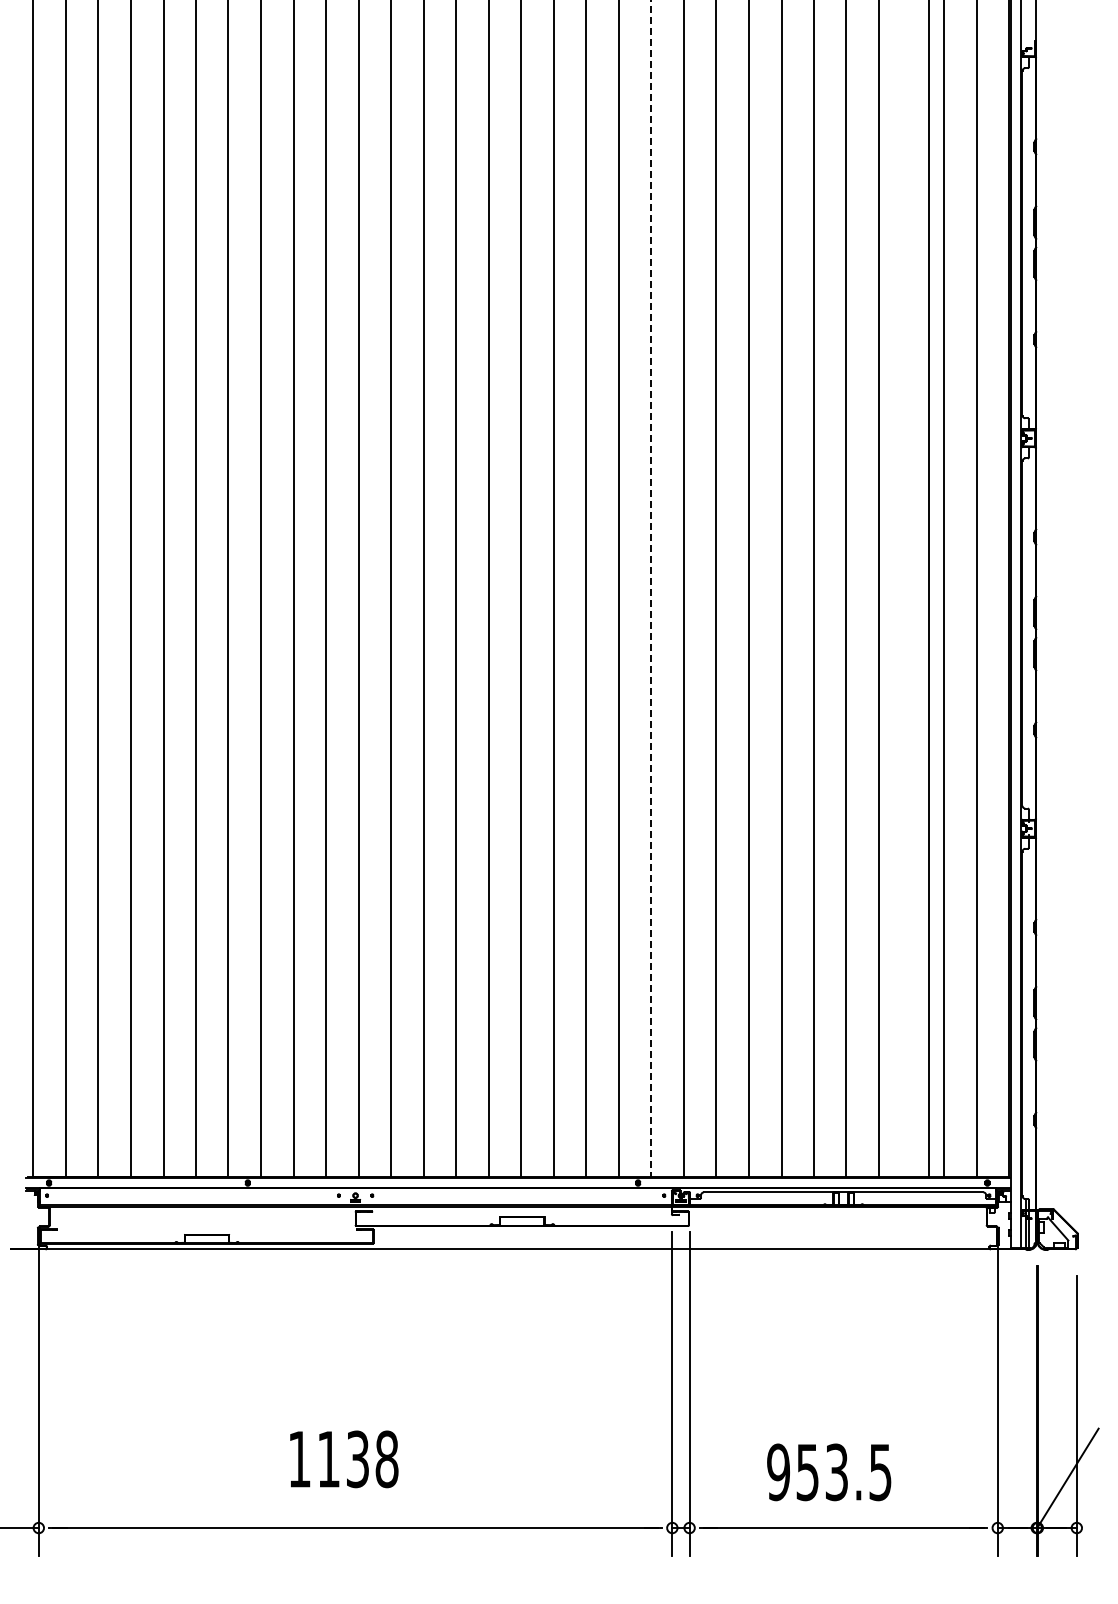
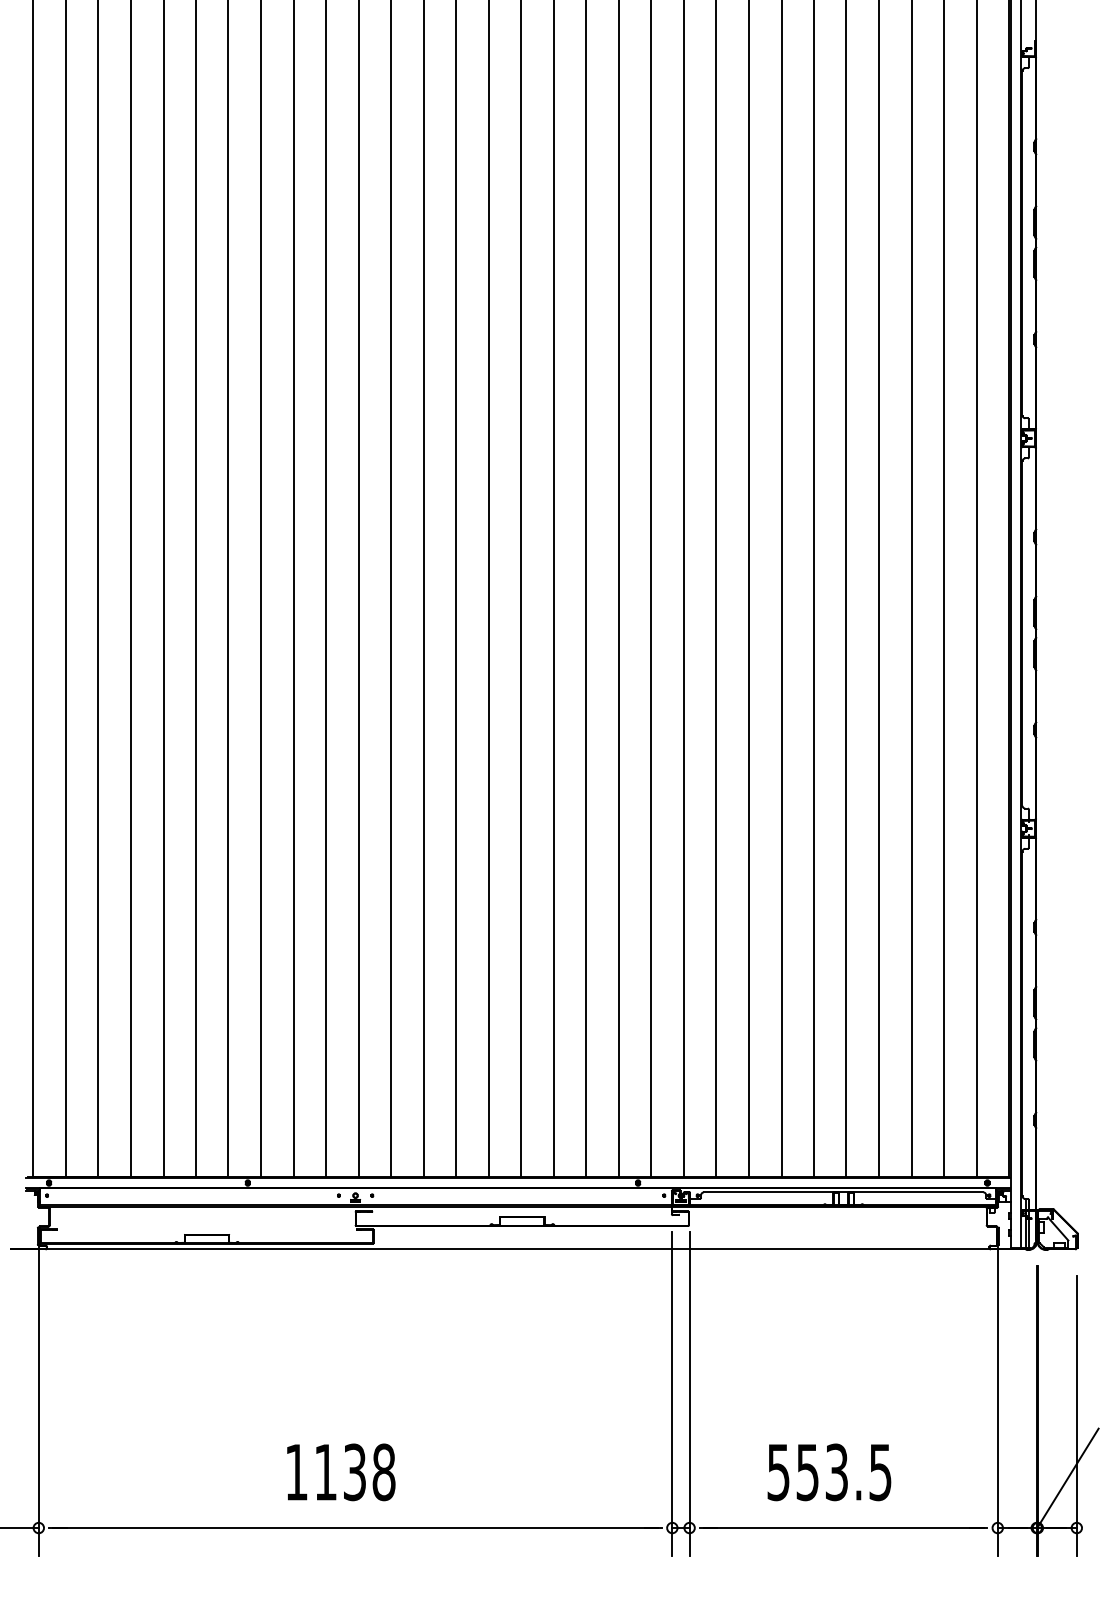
line at (651, 589): dashed -> solid
line at (928, 589) position: (928, 589) -> (911, 589)
text at (344, 1459) position: (344, 1459) -> (341, 1472)
text at (778, 1471): 953.5 -> 553.5
